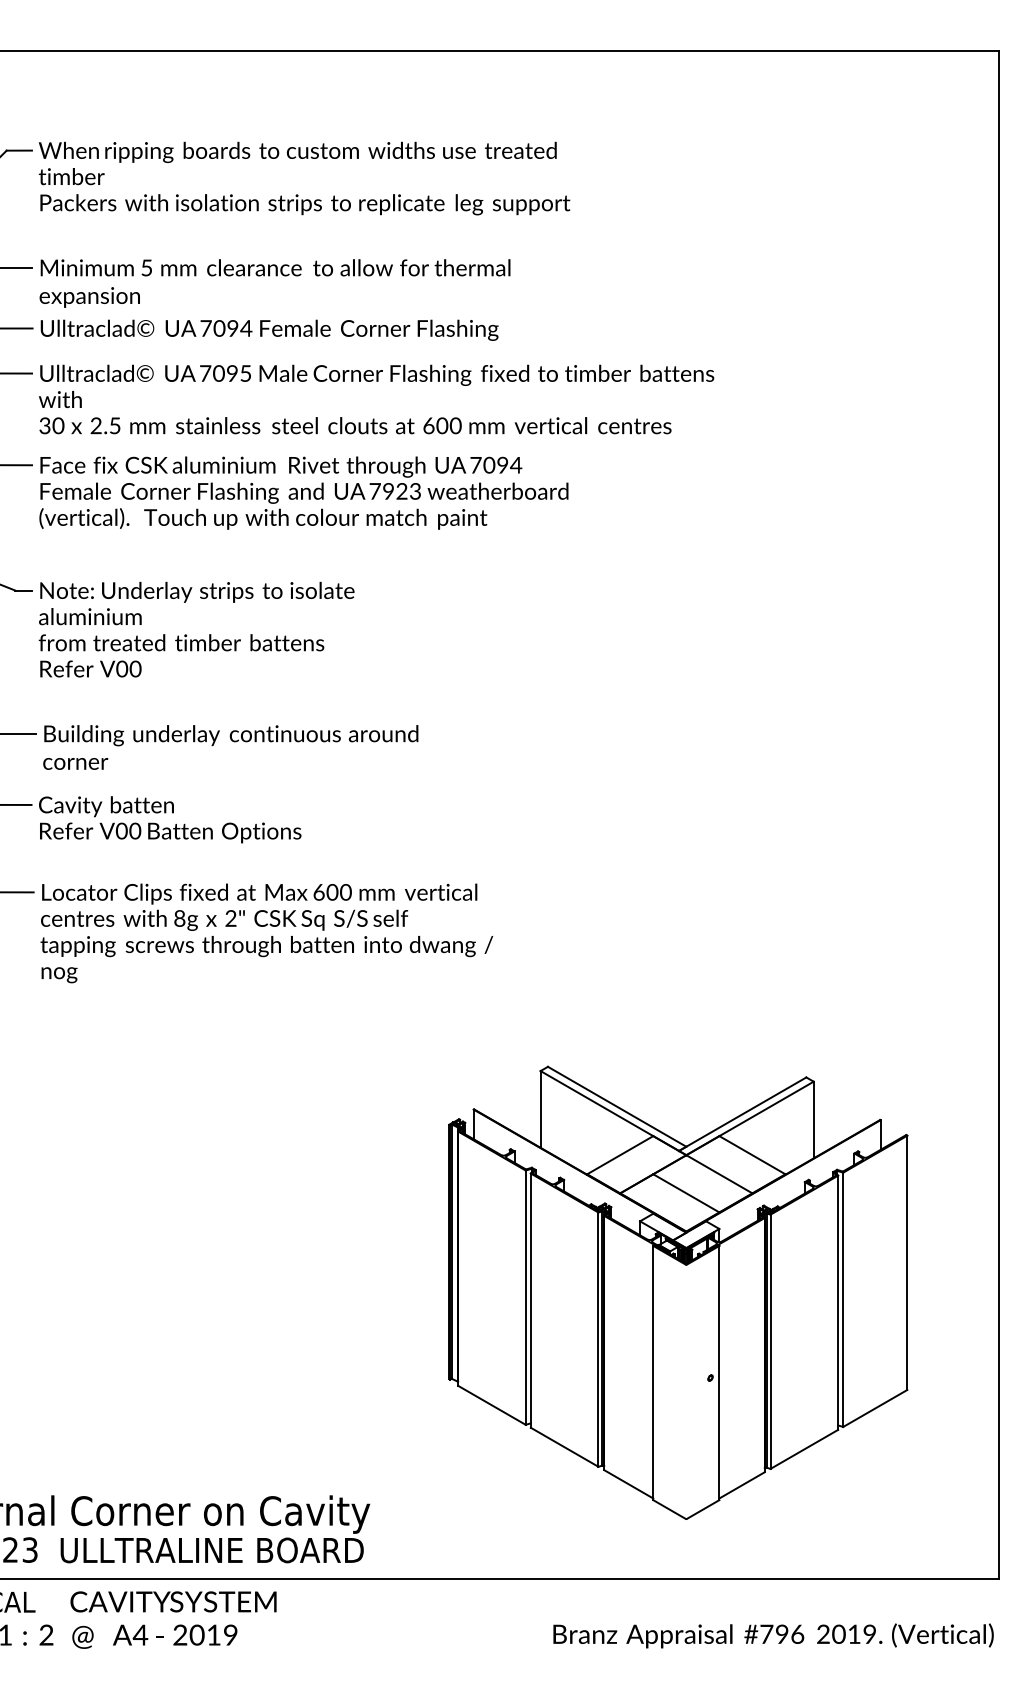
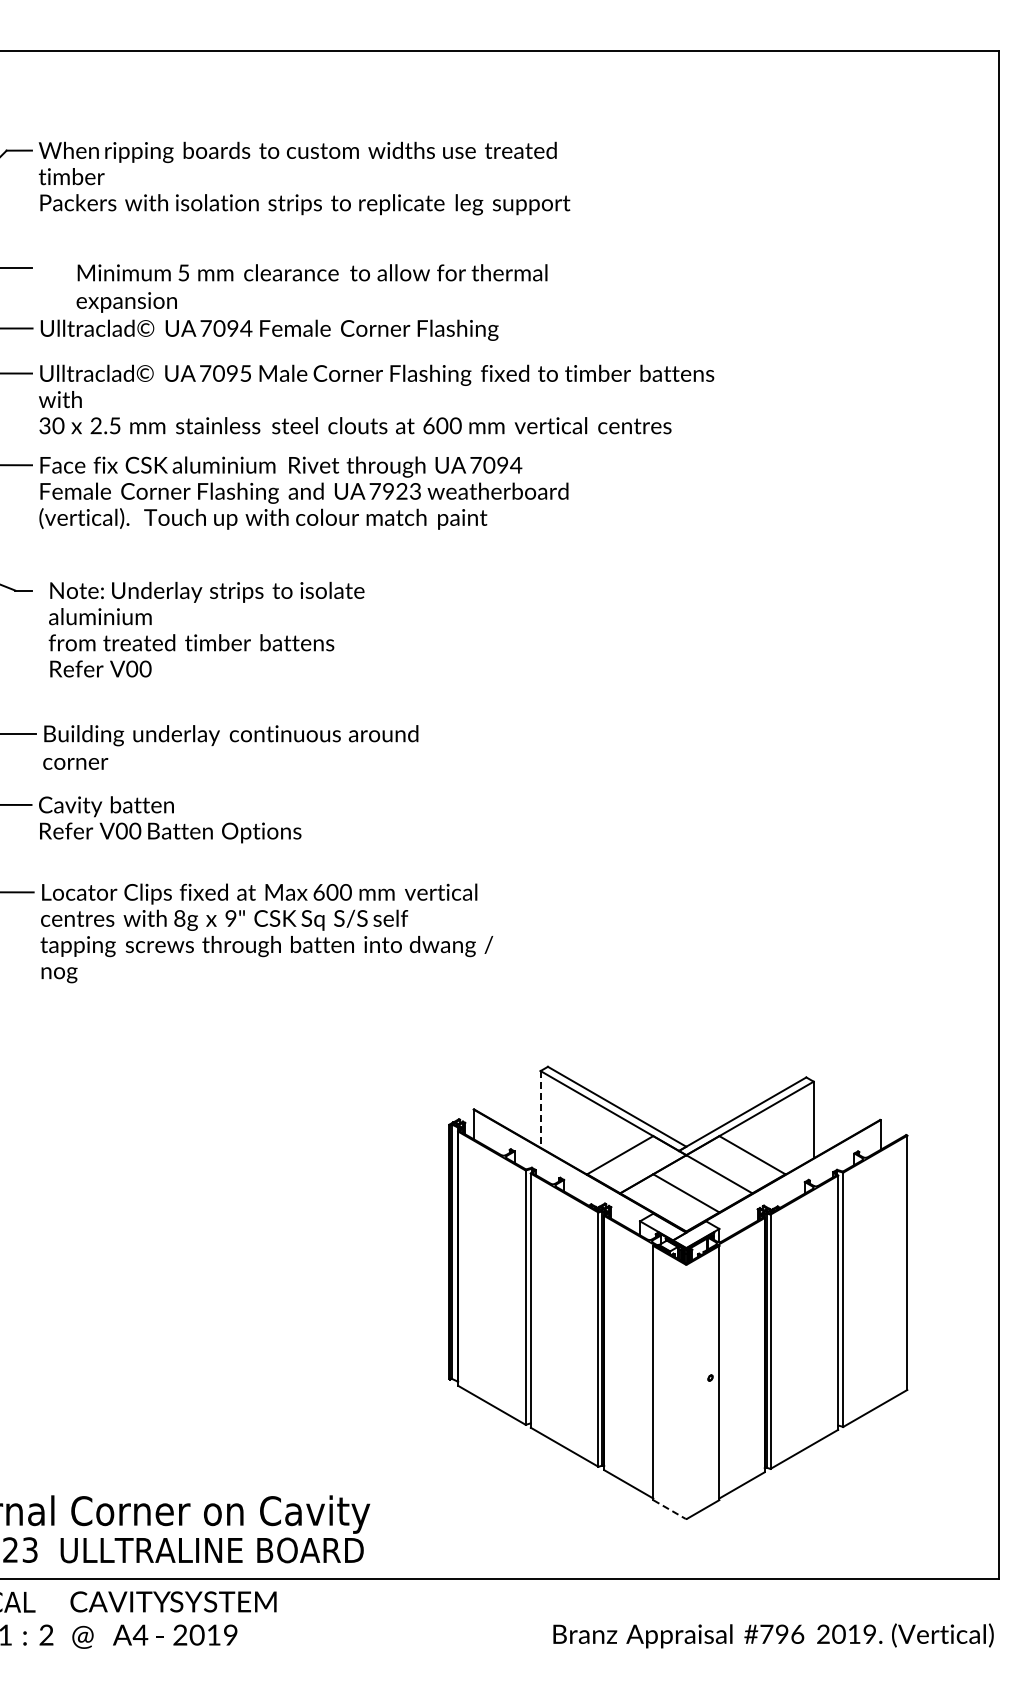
text at (274, 283) position: (274, 283) -> (311, 288)
text at (196, 629) position: (196, 629) -> (206, 629)
text at (230, 918): 2" -> 9"
line at (540, 1109): solid -> dashed
line at (669, 1509): solid -> dashed
